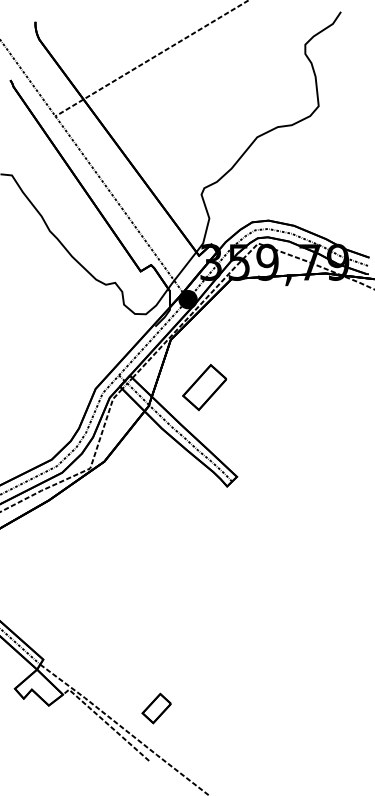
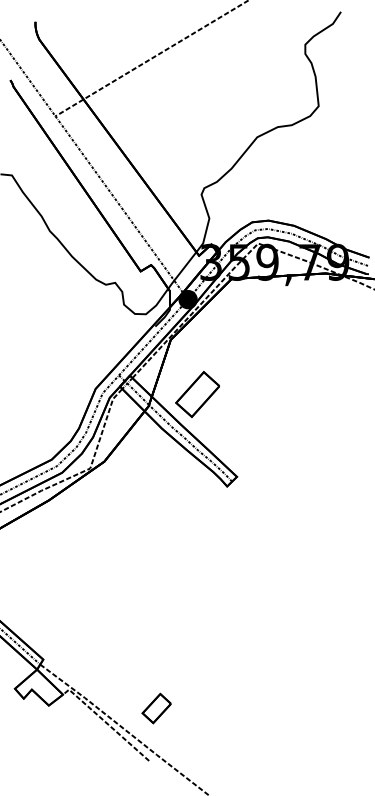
part at (204, 387) position: (204, 387) -> (197, 394)
